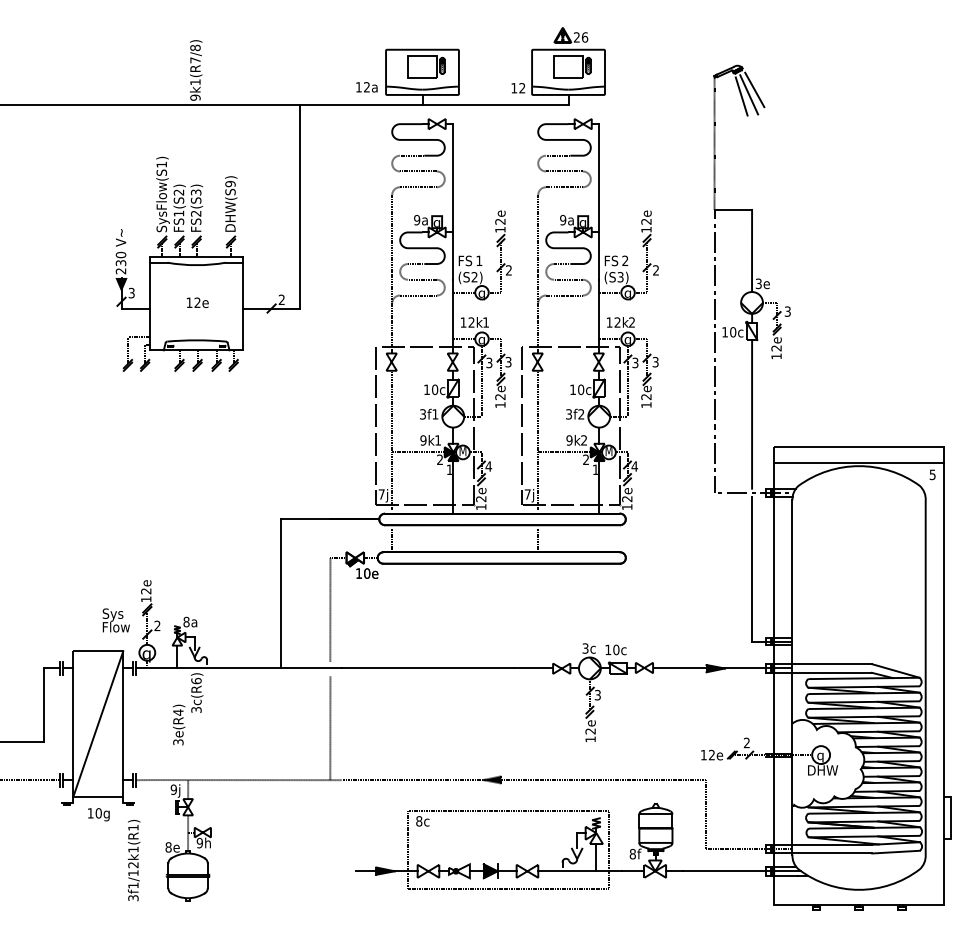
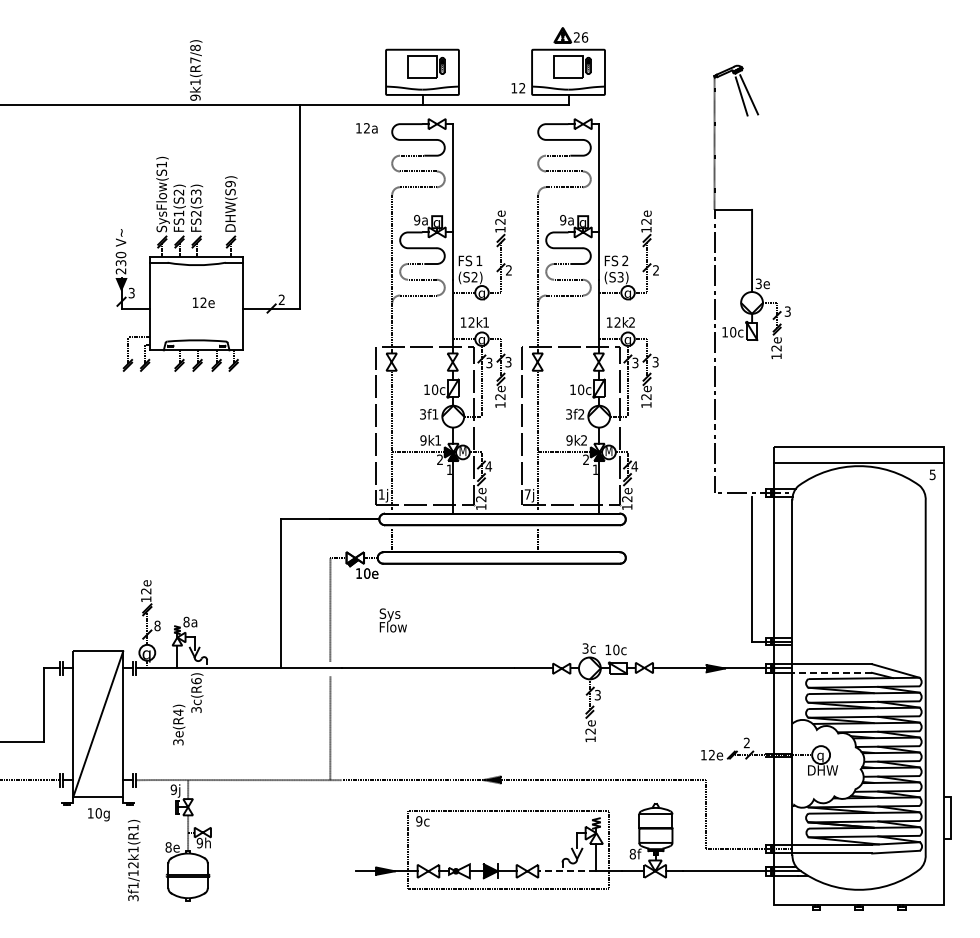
text at (366, 87) position: (366, 87) -> (366, 128)
line at (754, 89): present -> none
text at (197, 302) position: (197, 302) -> (203, 302)
line at (752, 414): present -> none
text at (381, 494): 7j -> 1j
text at (115, 620) position: (115, 620) -> (392, 620)
text at (157, 625): 2 -> 8
line at (832, 672): solid -> dashed
text at (419, 821): 8c -> 9c
line at (566, 871): solid -> dashed
